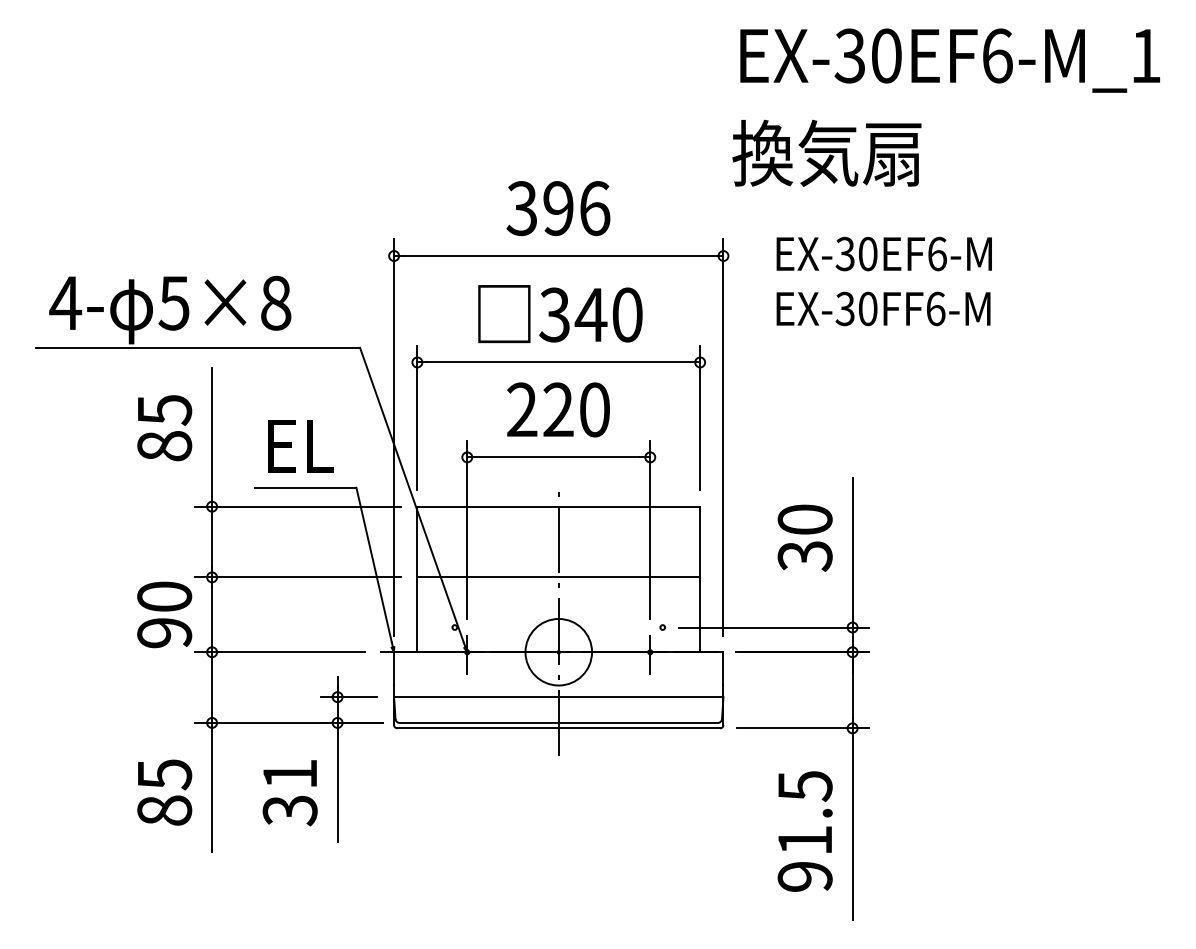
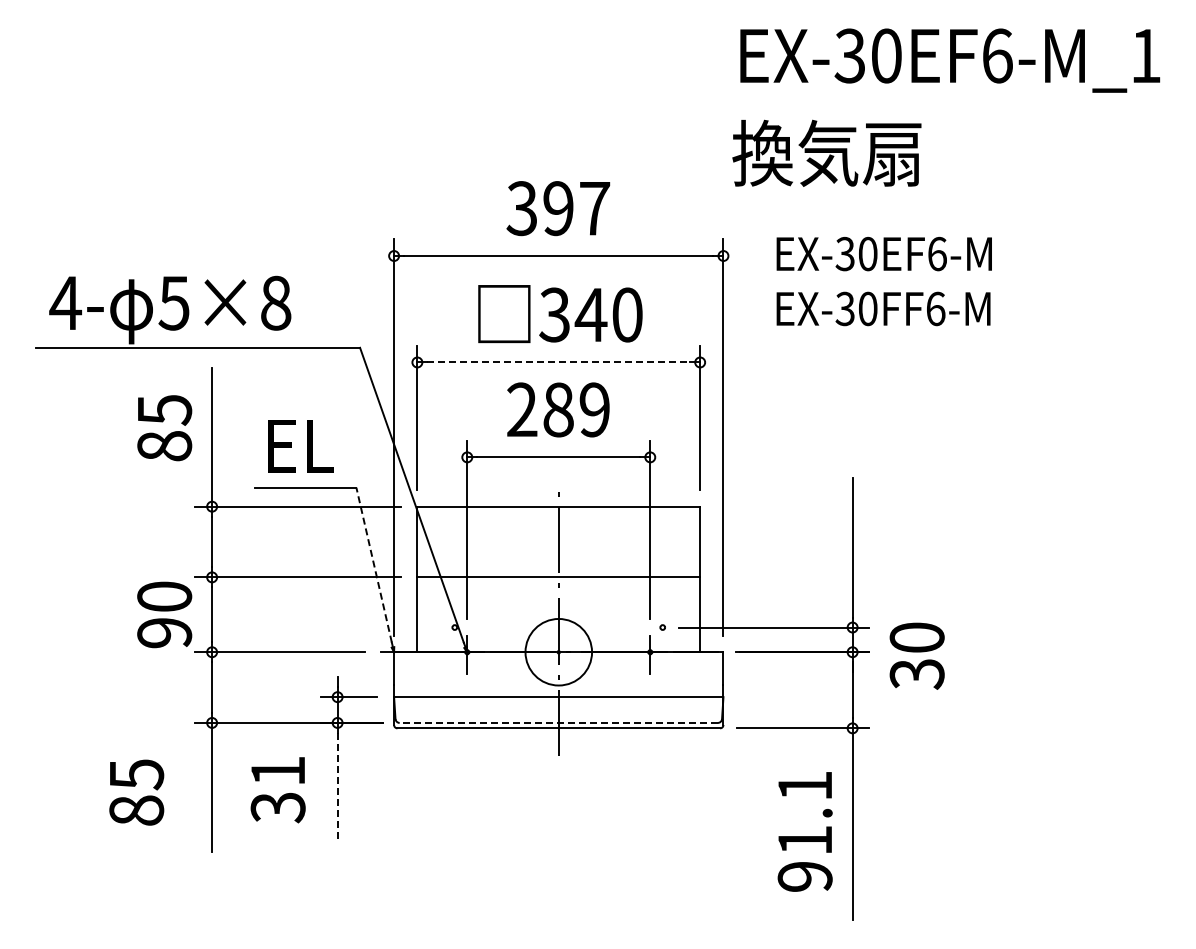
text at (595, 208): 396 -> 397
line at (559, 362): solid -> dashed
text at (576, 409): 220 -> 289
text at (804, 537) position: (804, 537) -> (916, 655)
line at (374, 564): solid -> dashed
line at (558, 722): solid -> dashed
text at (805, 786): 91.5 -> 91.1
line at (337, 787): solid -> dashed
text at (164, 792) position: (164, 792) -> (136, 792)
text at (289, 793) position: (289, 793) -> (277, 790)
